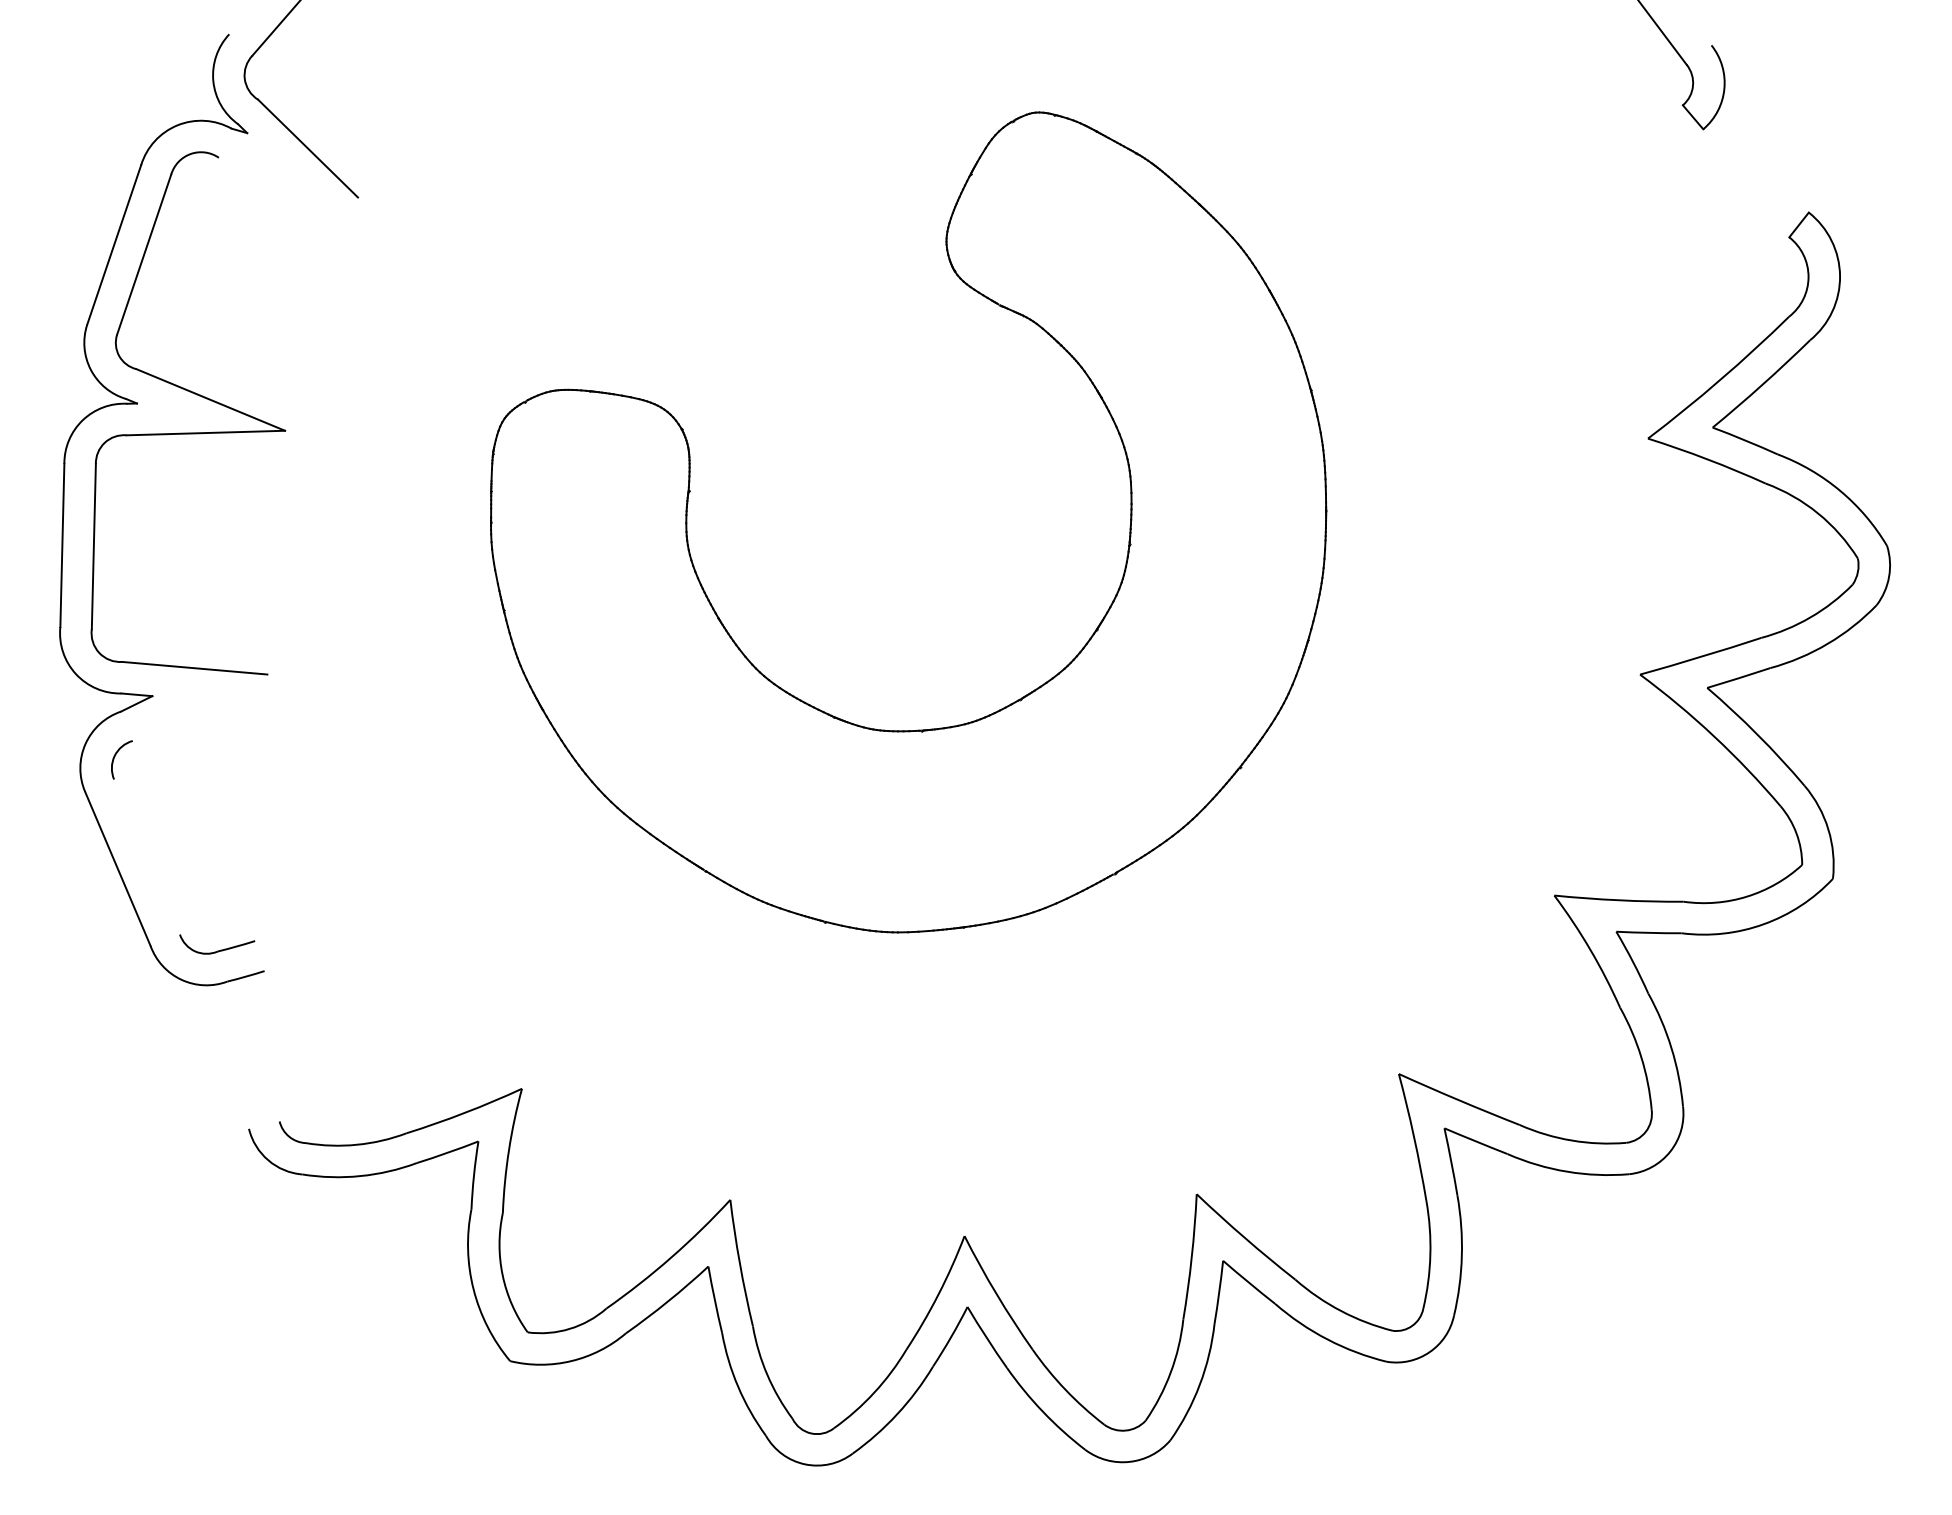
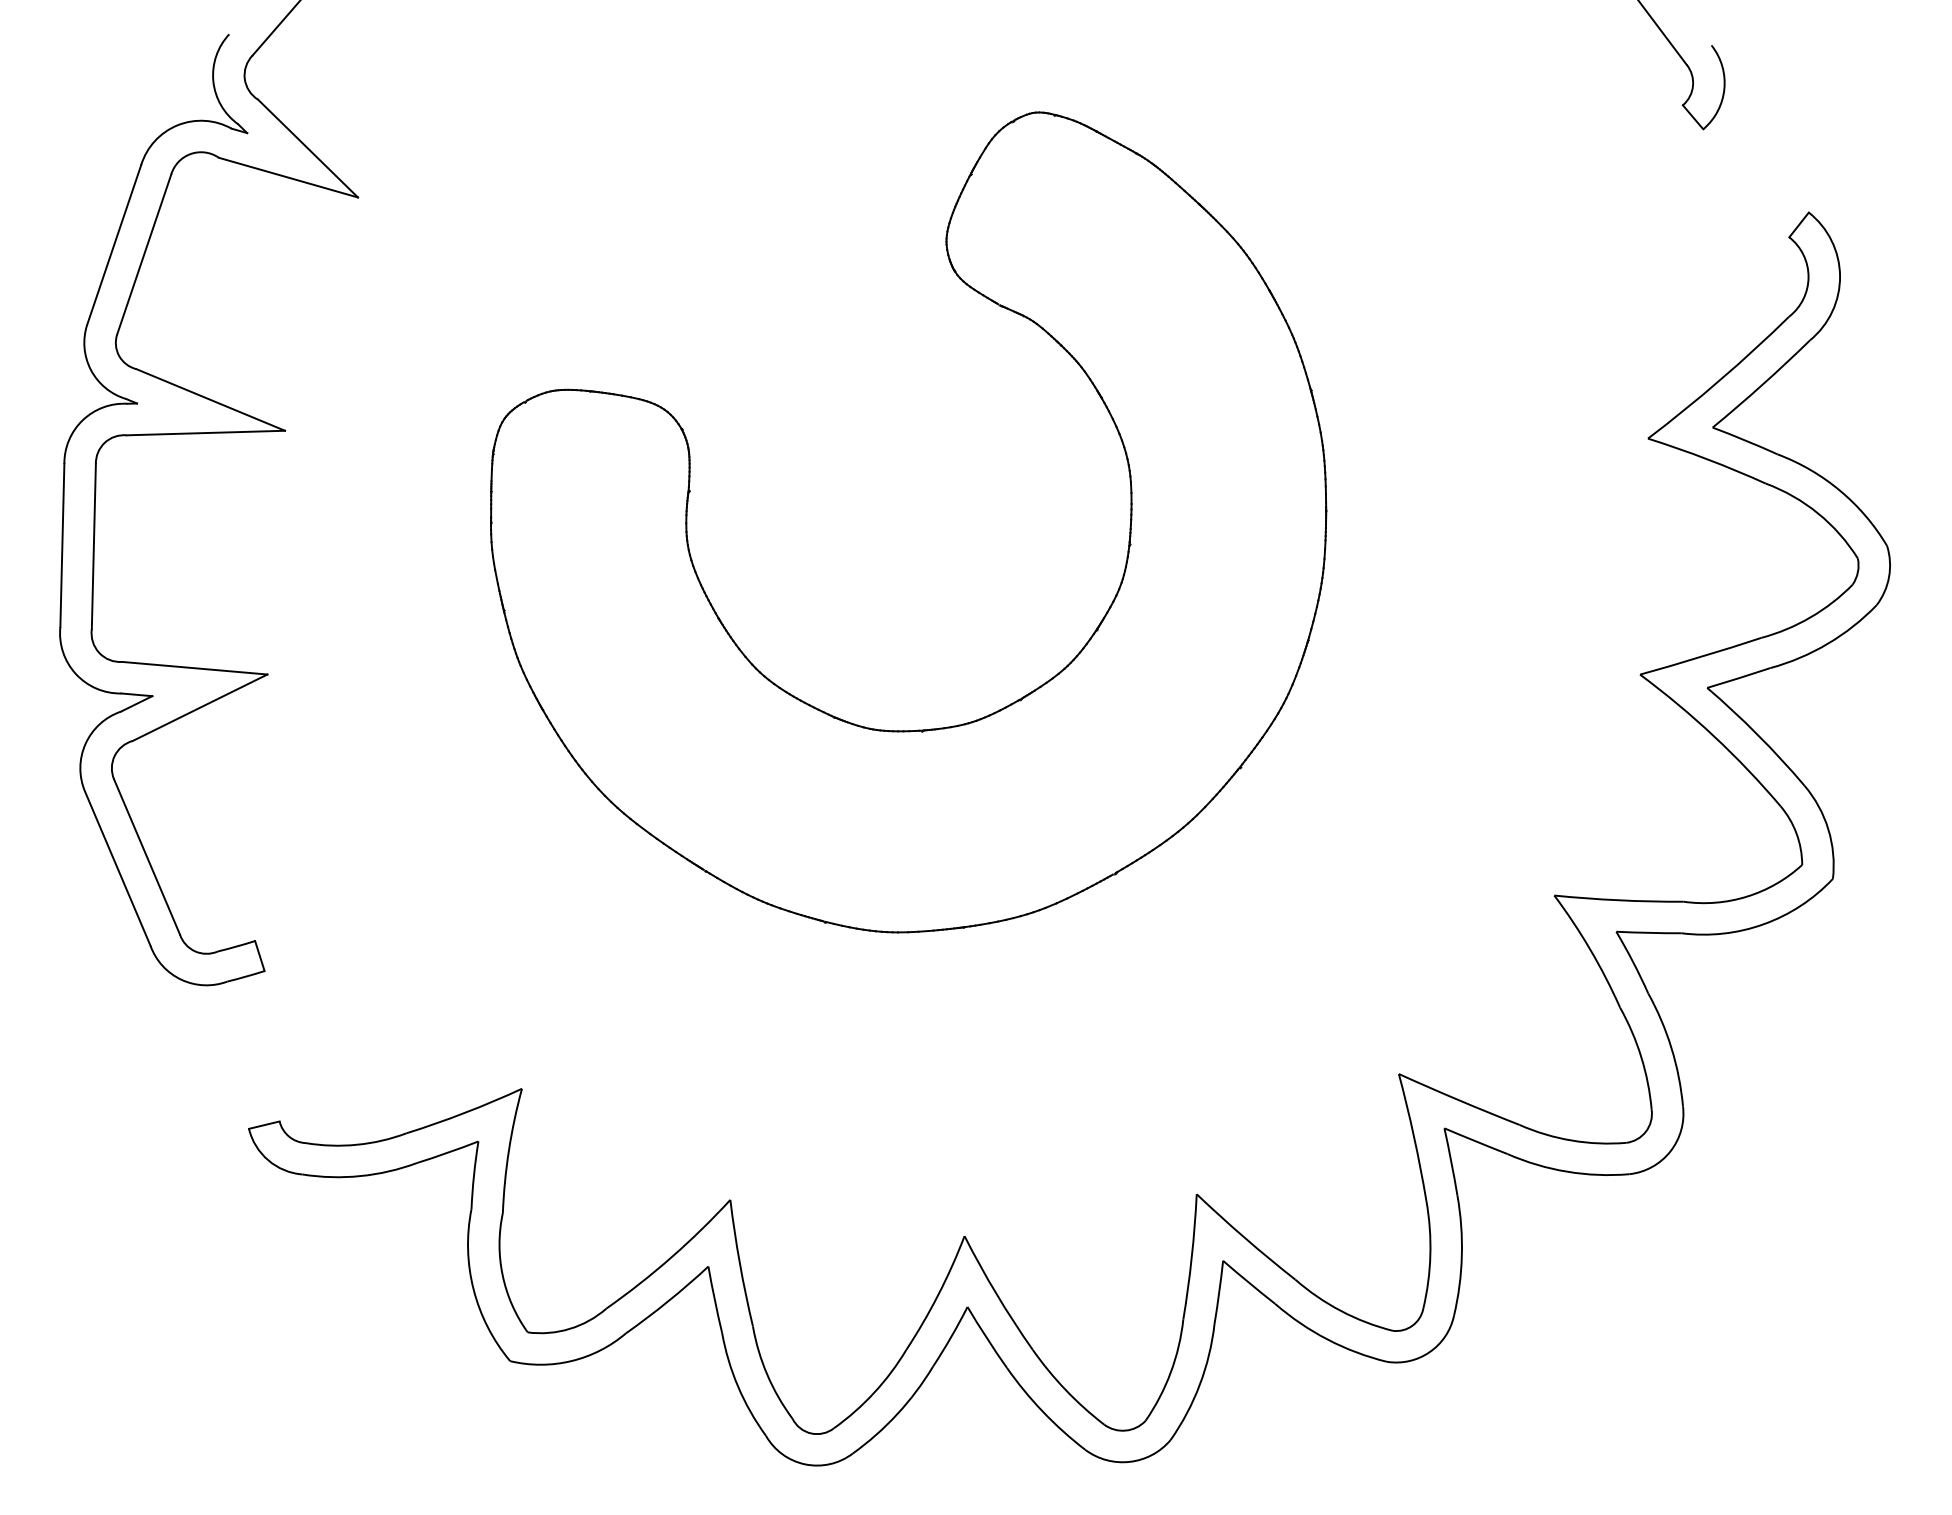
line at (288, 177): none -> present
line at (199, 707): none -> present
line at (146, 856): none -> present
line at (259, 956): none -> present
line at (264, 1124): none -> present
